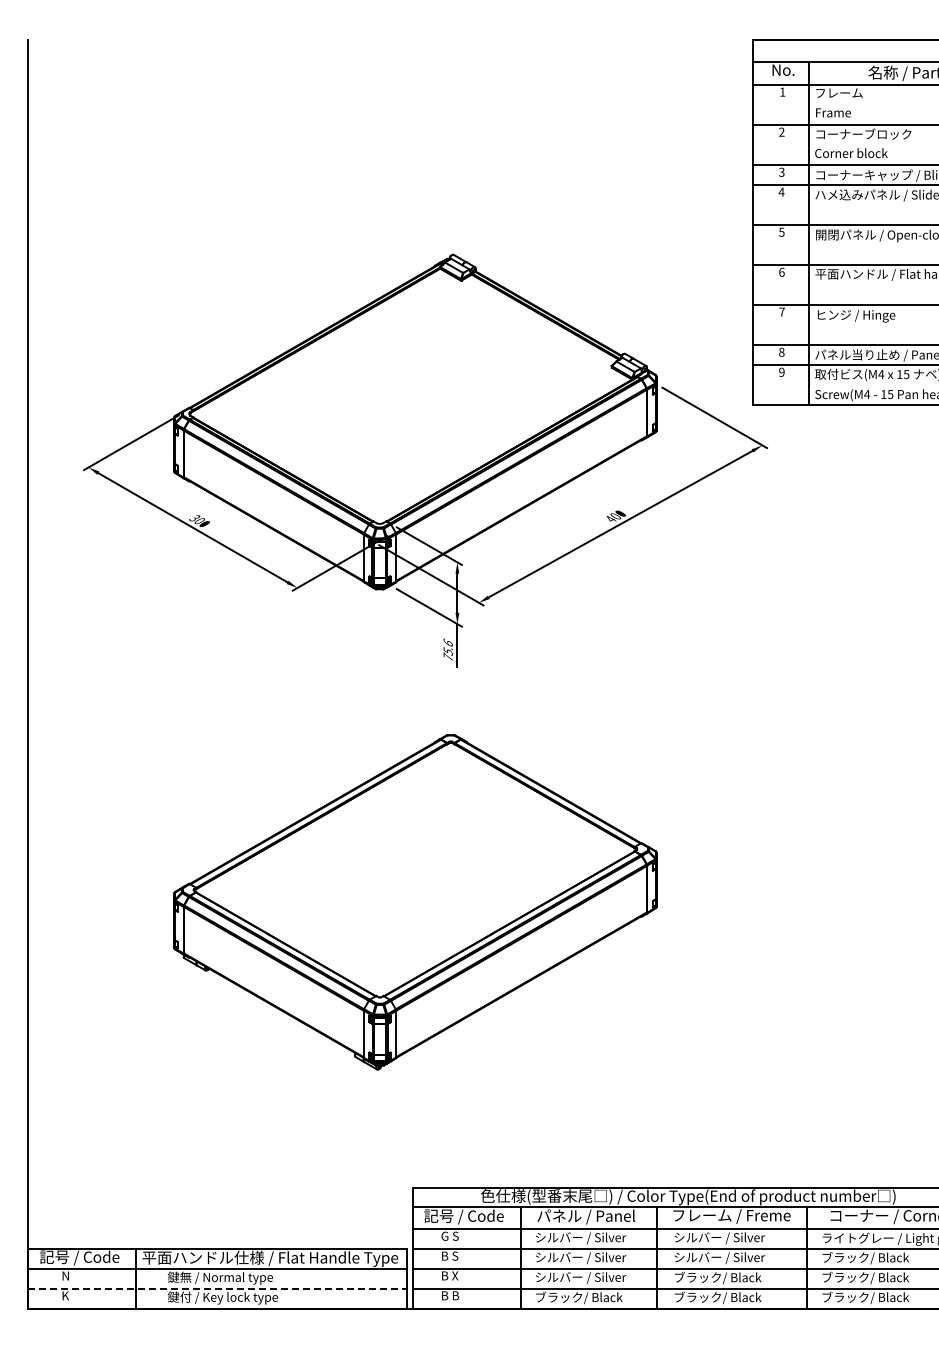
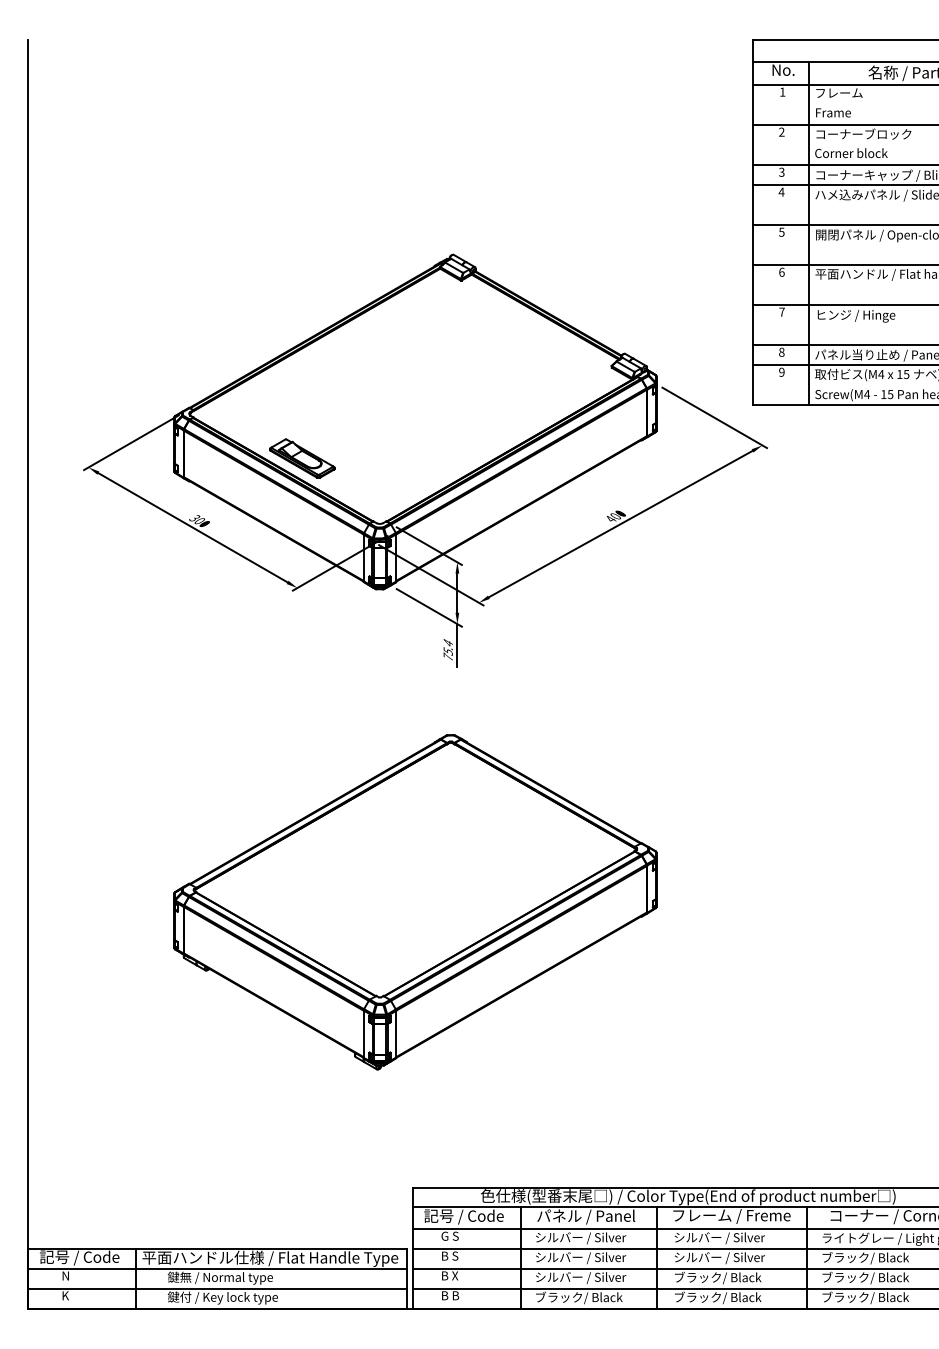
part at (302, 458): none -> present
text at (447, 642): 75.6 -> 75.4
line at (217, 1288): dashed -> solid
